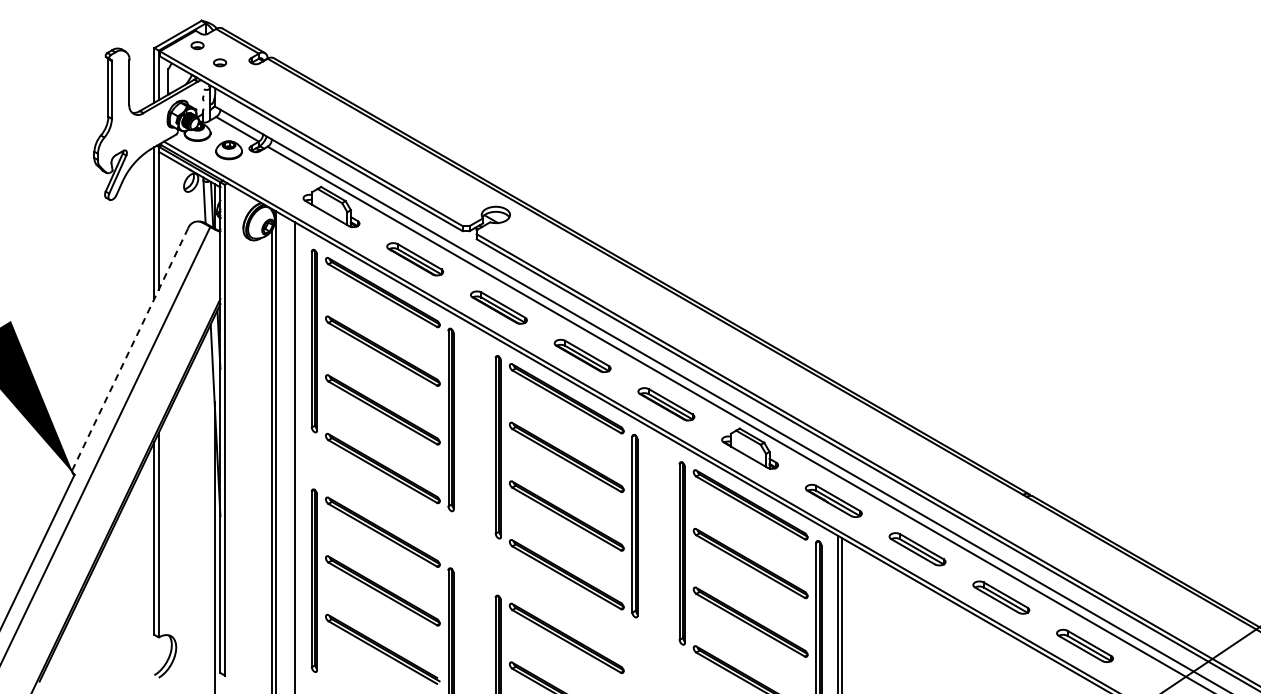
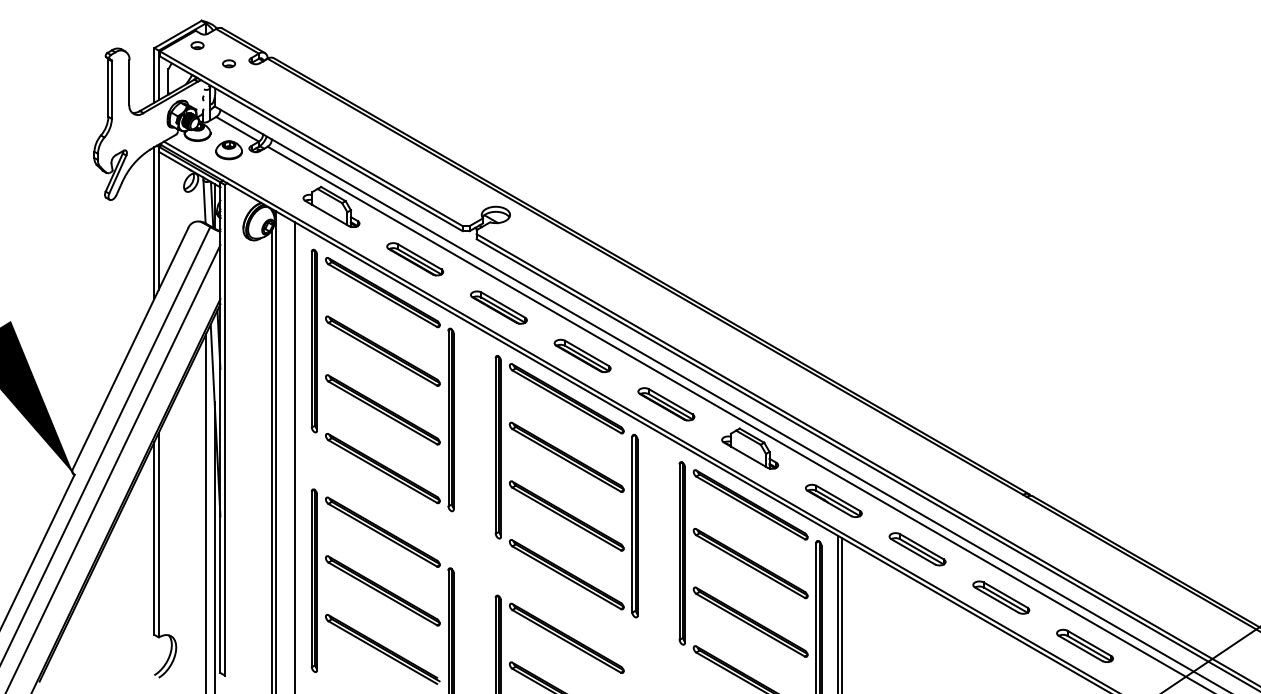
part at (220, 62) position: (220, 62) -> (229, 63)
line at (130, 348): dashed -> solid
line at (113, 467): none -> present
line at (206, 511): none -> present
